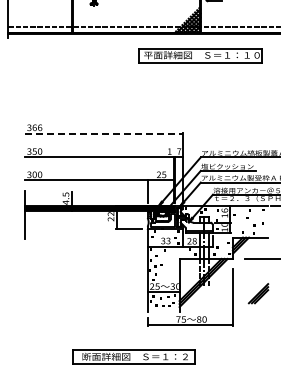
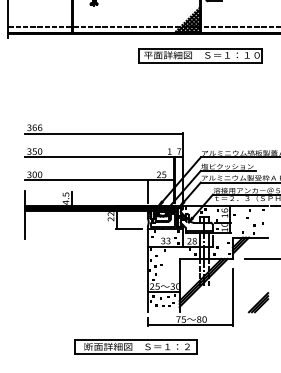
line at (104, 133): dashed -> solid
part at (258, 293) position: (258, 293) -> (258, 302)
part at (133, 356) position: (133, 356) -> (135, 346)
